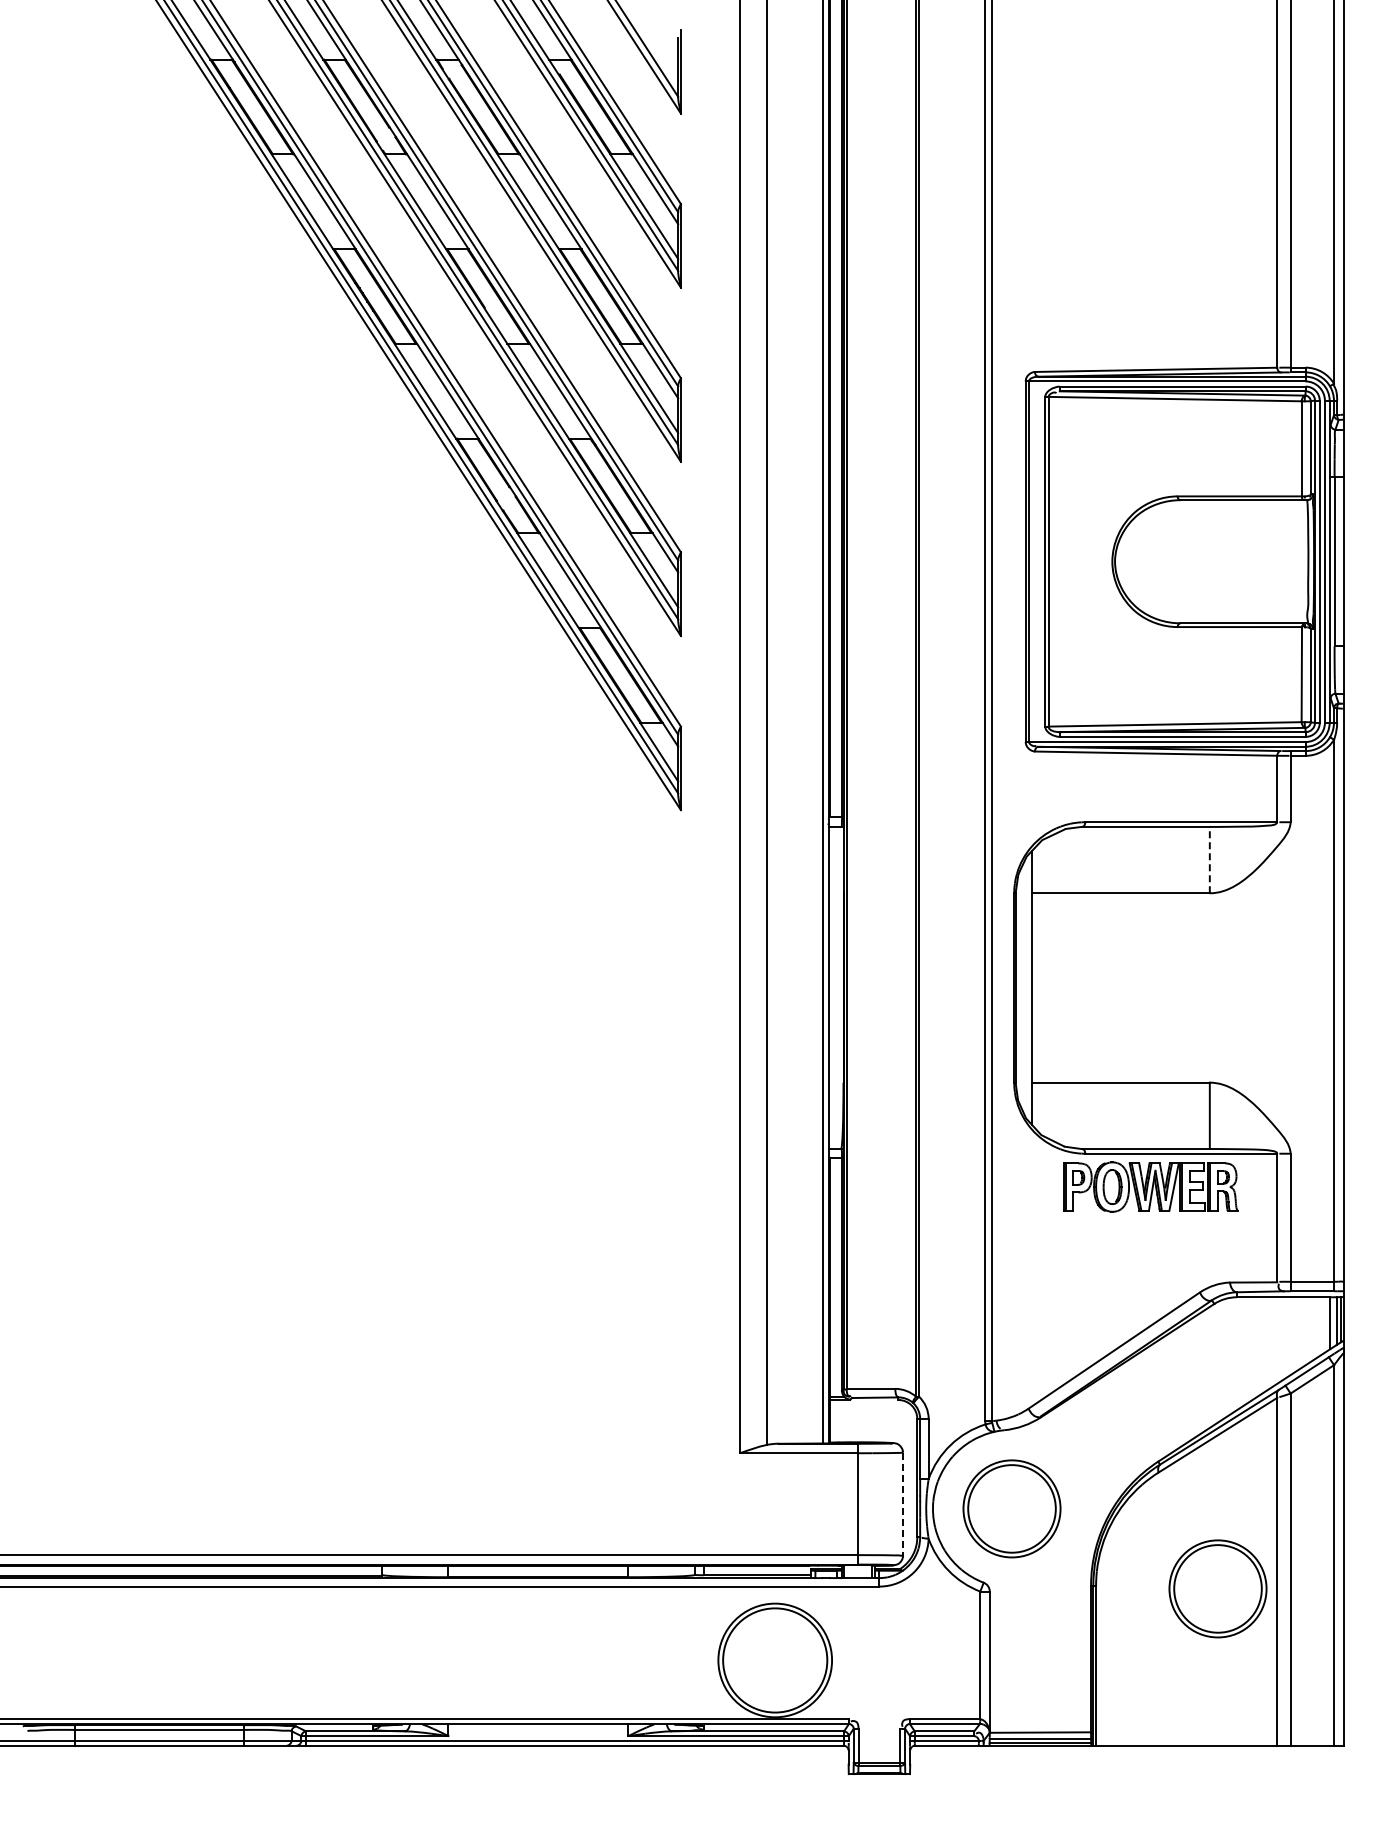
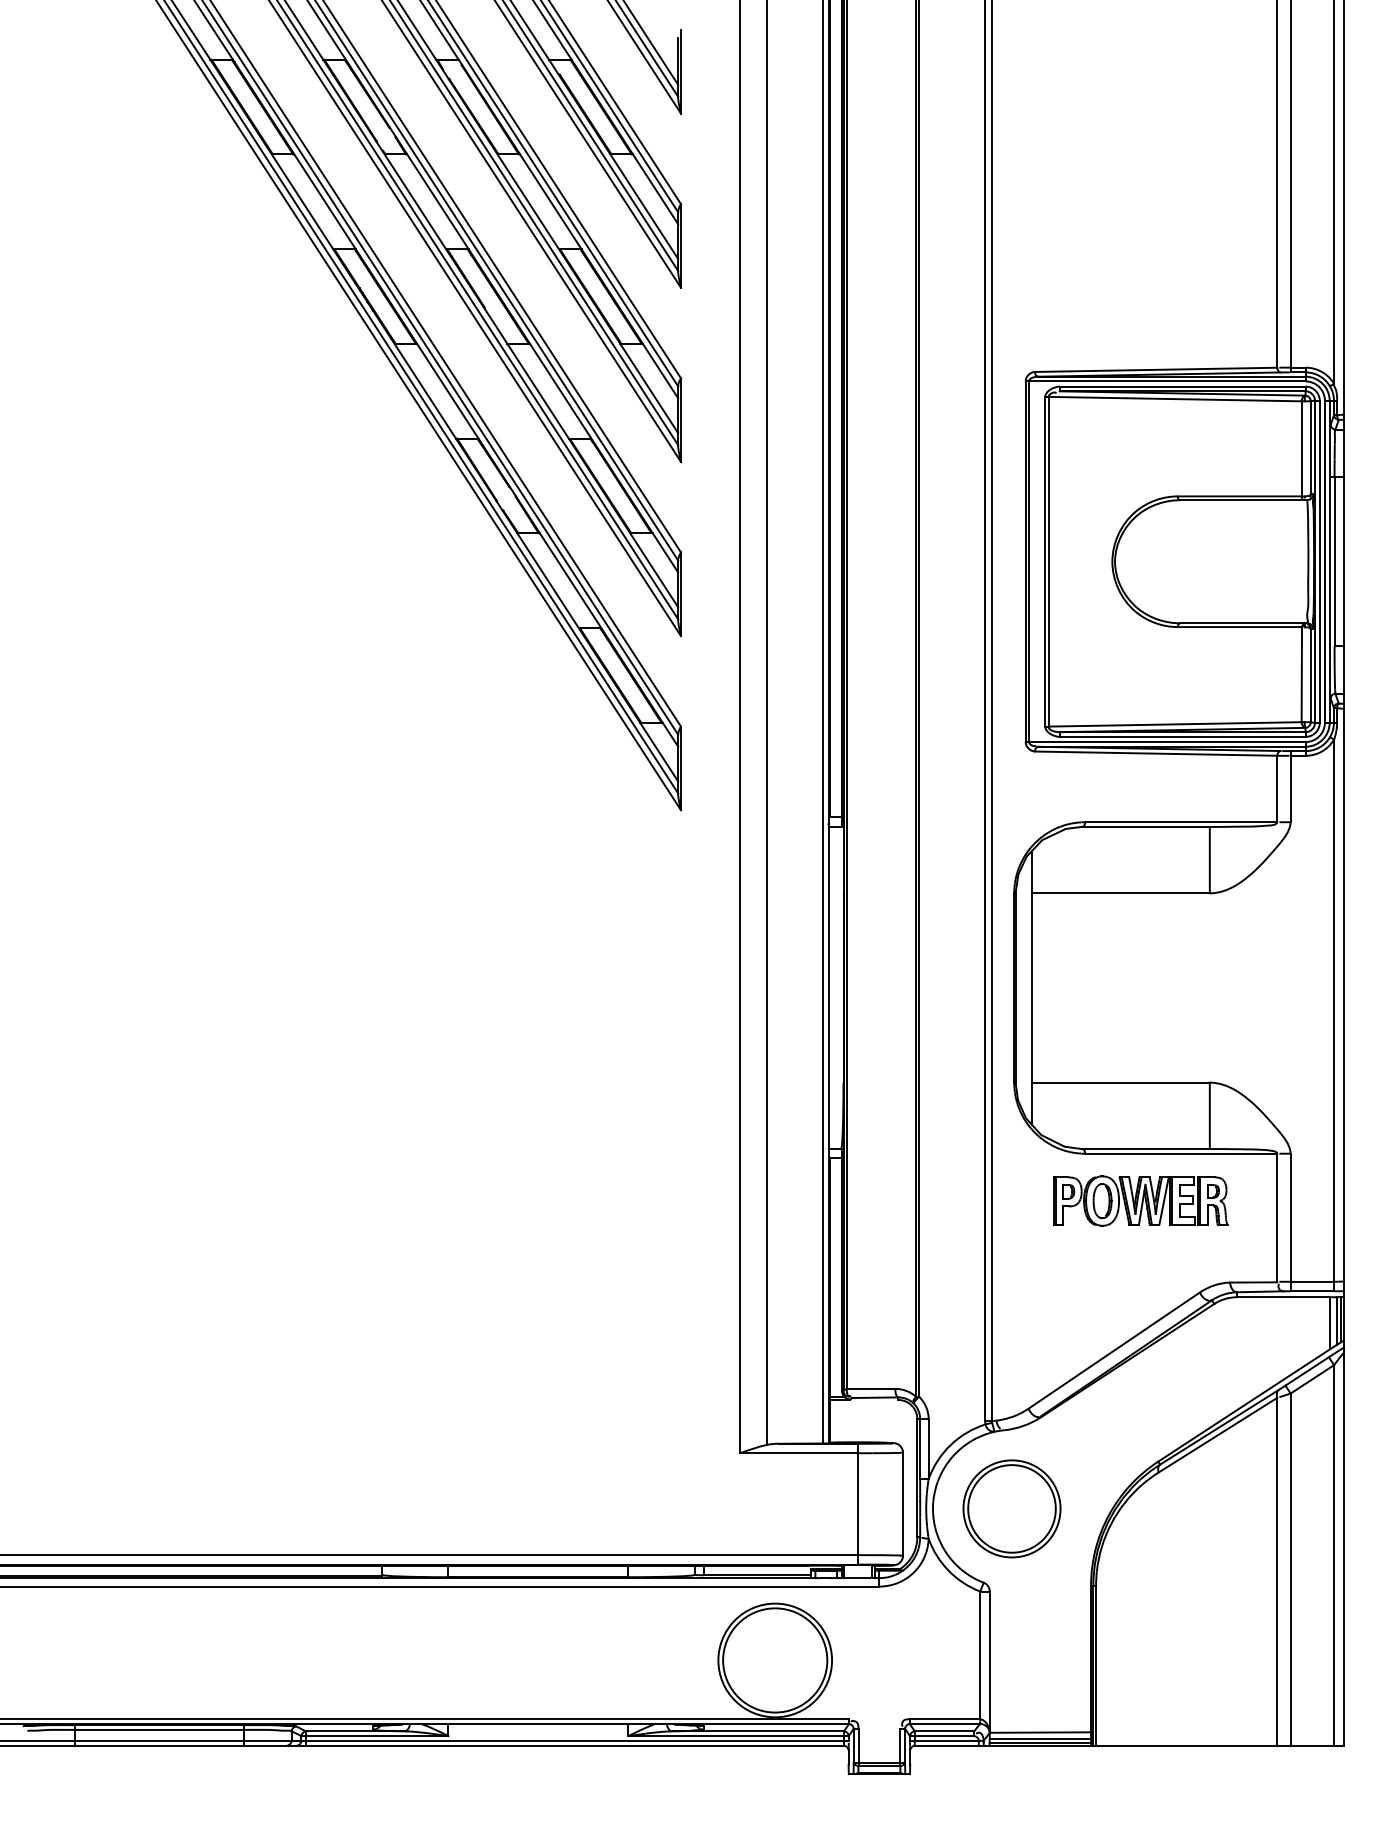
line at (651, 43): none -> present
line at (1209, 859): dashed -> solid
part at (1150, 1186) position: (1150, 1186) -> (1140, 1200)
line at (903, 1504): dashed -> solid
part at (1217, 1588): present -> none
